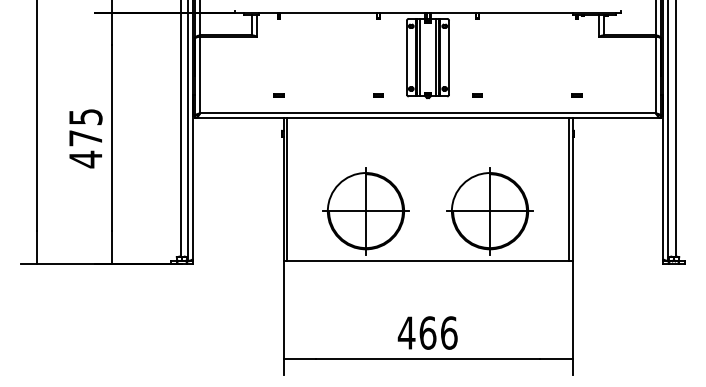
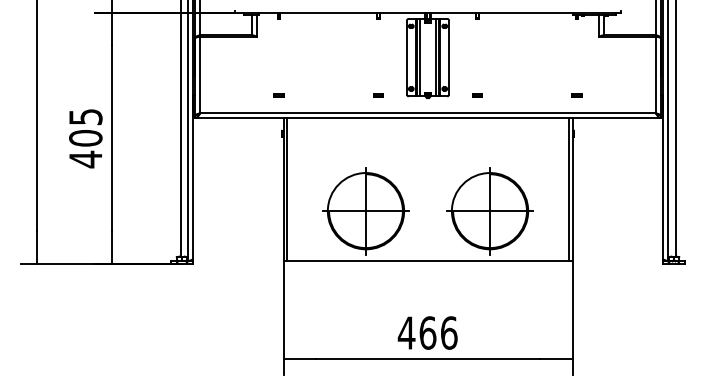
text at (85, 138): 475 -> 405
